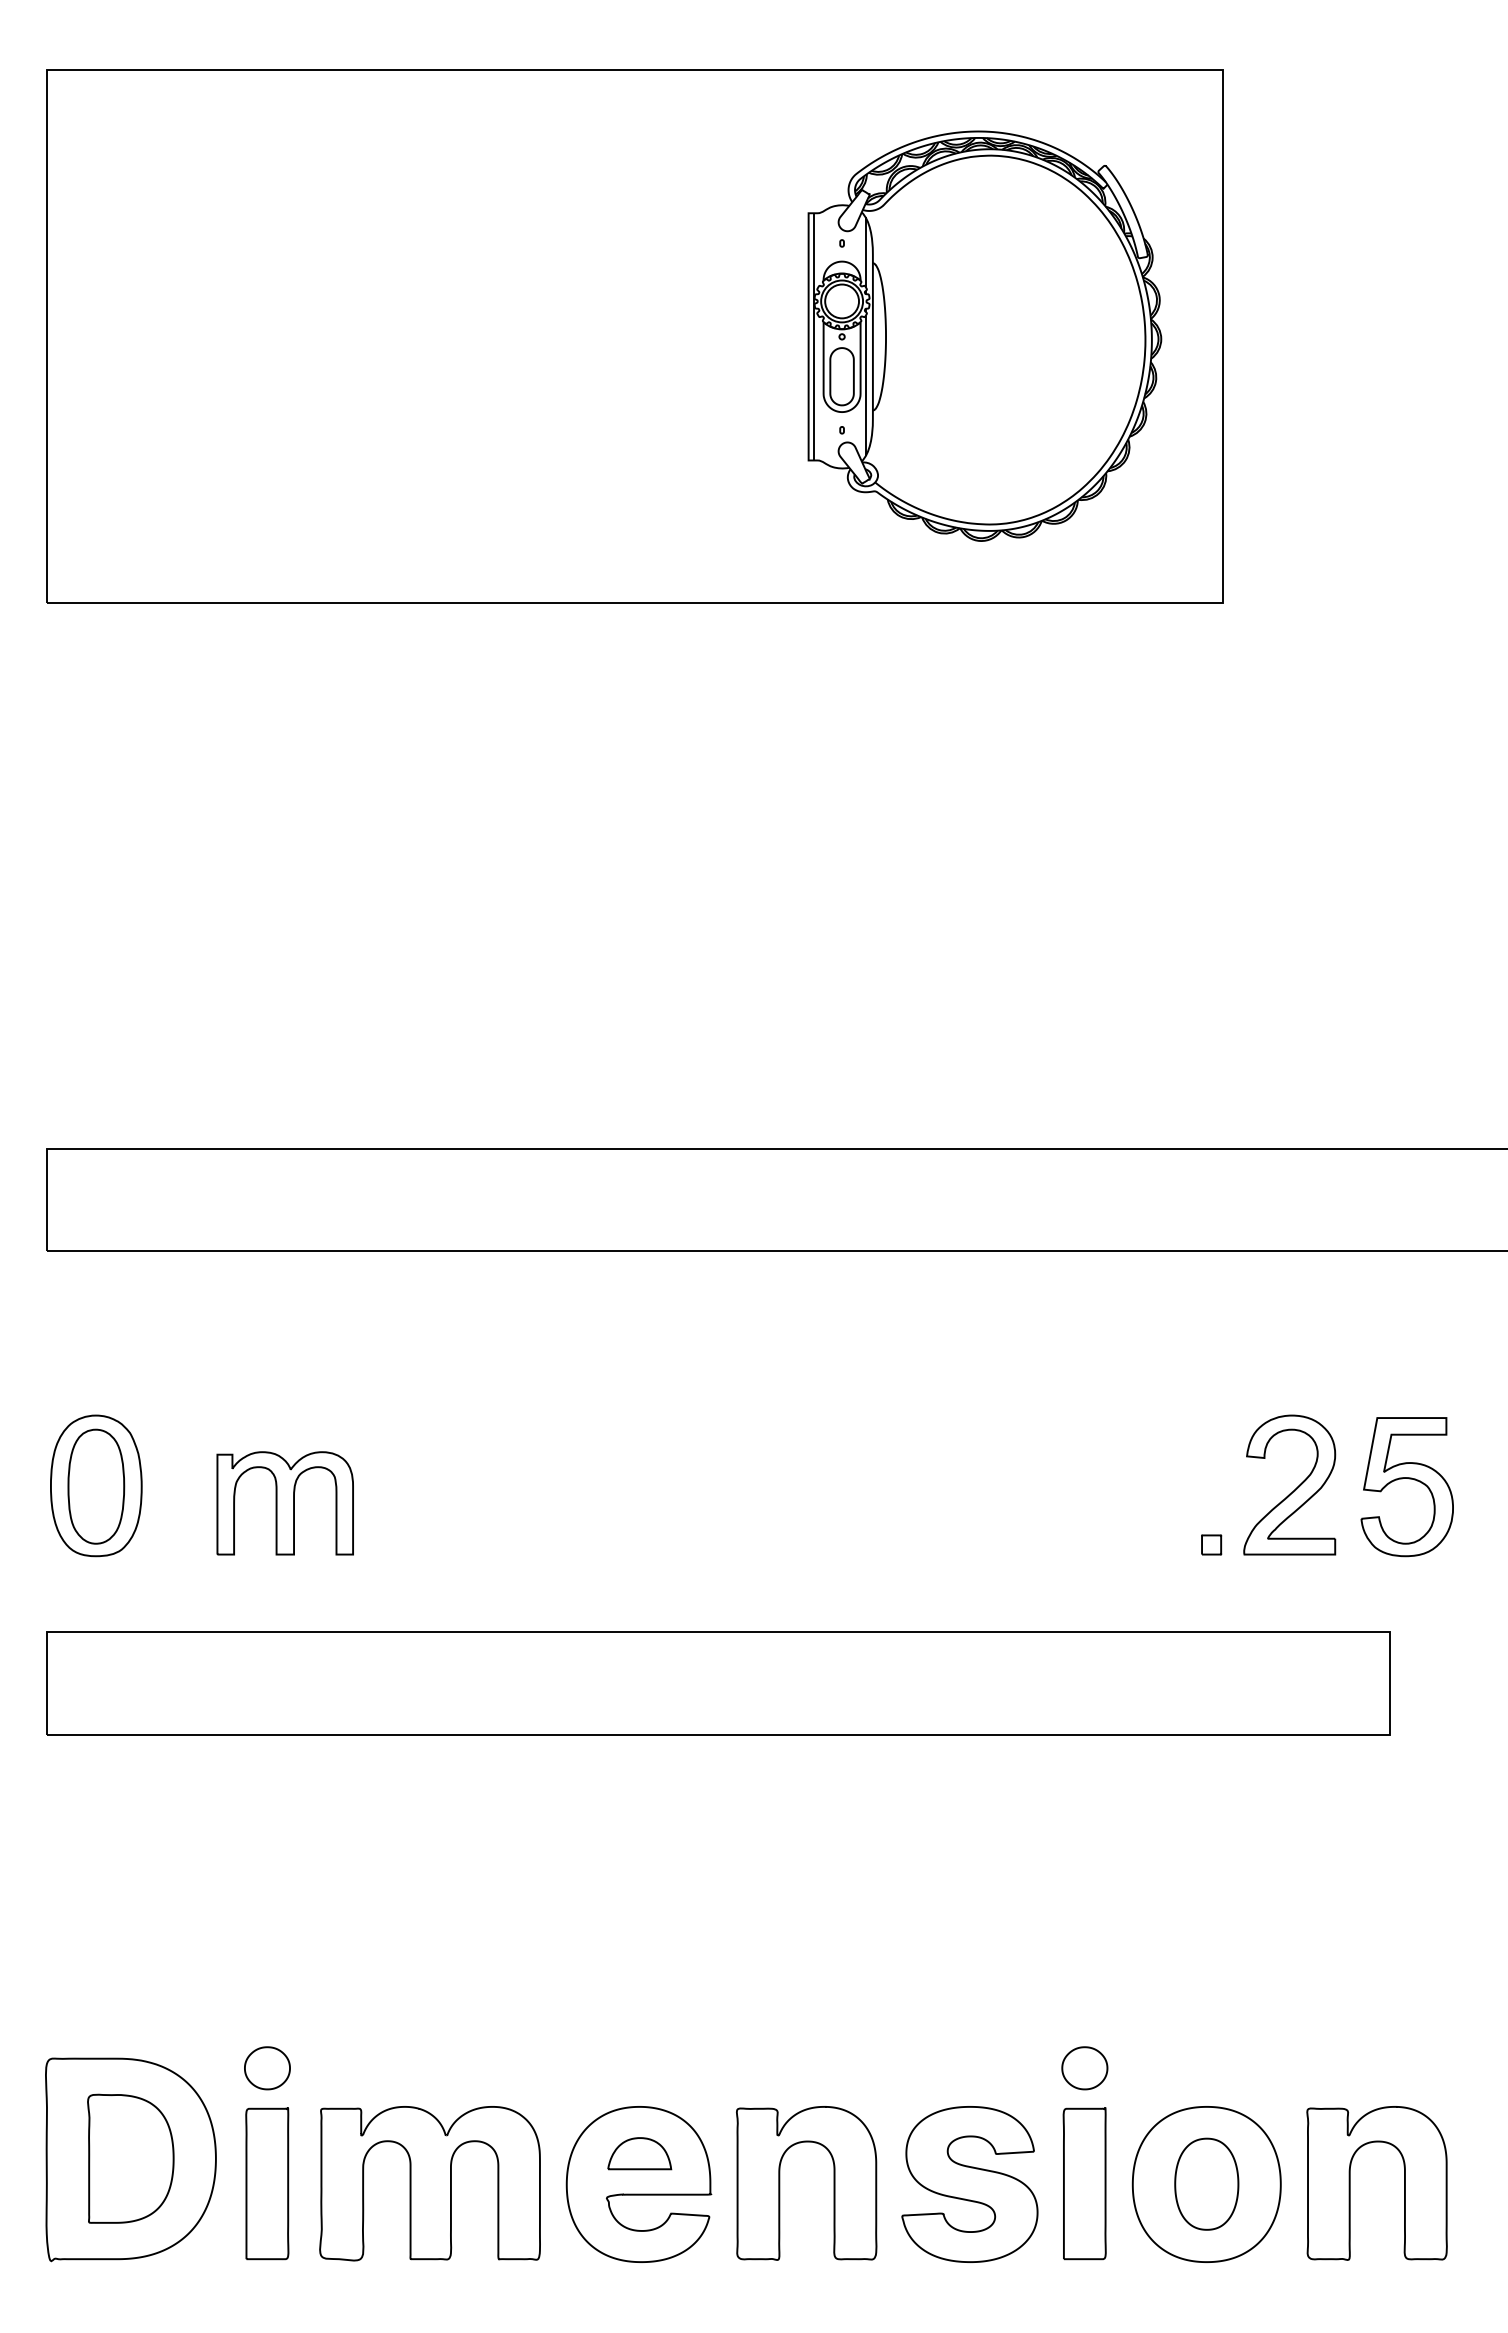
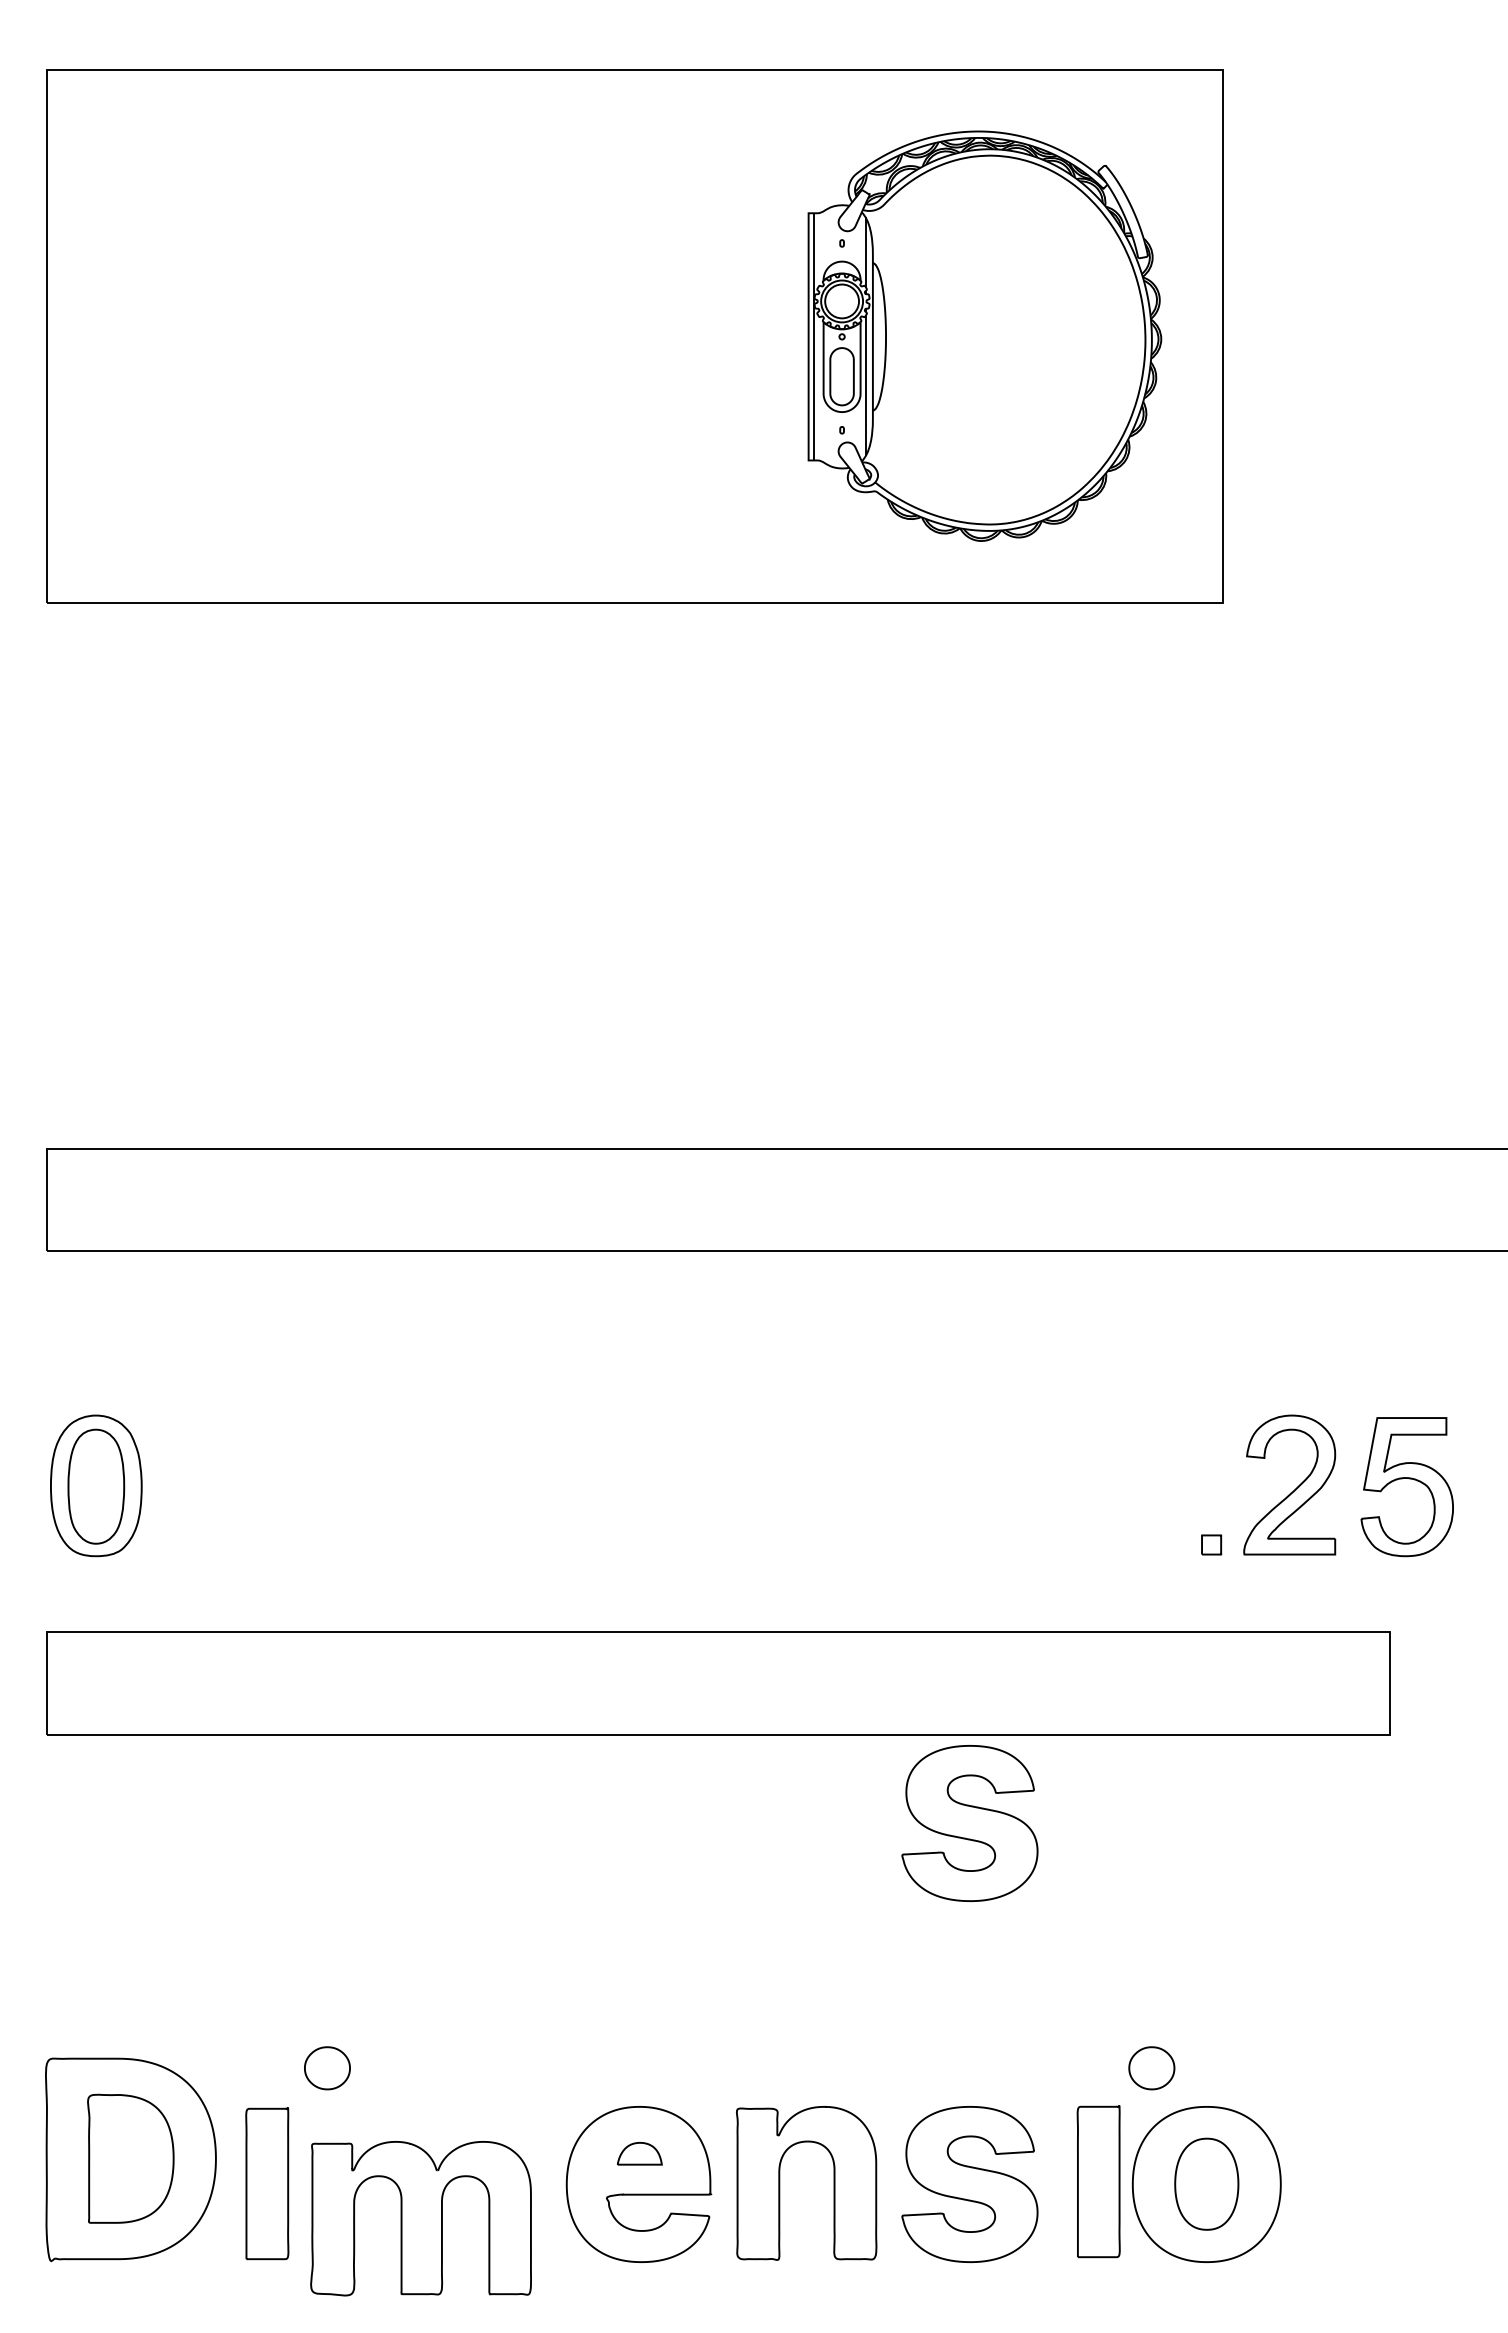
part at (284, 1503): present -> none
part at (969, 1823): none -> present
part at (267, 2068) position: (267, 2068) -> (327, 2068)
part at (1084, 2068) position: (1084, 2068) -> (1151, 2068)
part at (639, 2153) size: 66x34 px -> 46x24 px
part at (429, 2183) position: (429, 2183) -> (420, 2218)
part at (1084, 2183) position: (1084, 2183) -> (1098, 2181)
part at (1350, 2183): present -> none
